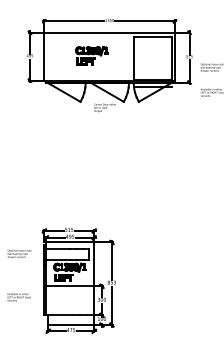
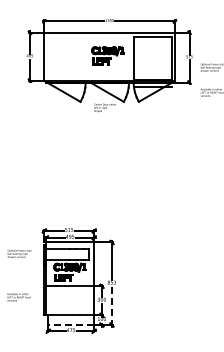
part at (91, 55) position: (91, 55) -> (107, 55)
line at (111, 306): solid -> dashed
line at (71, 324): solid -> dashed
